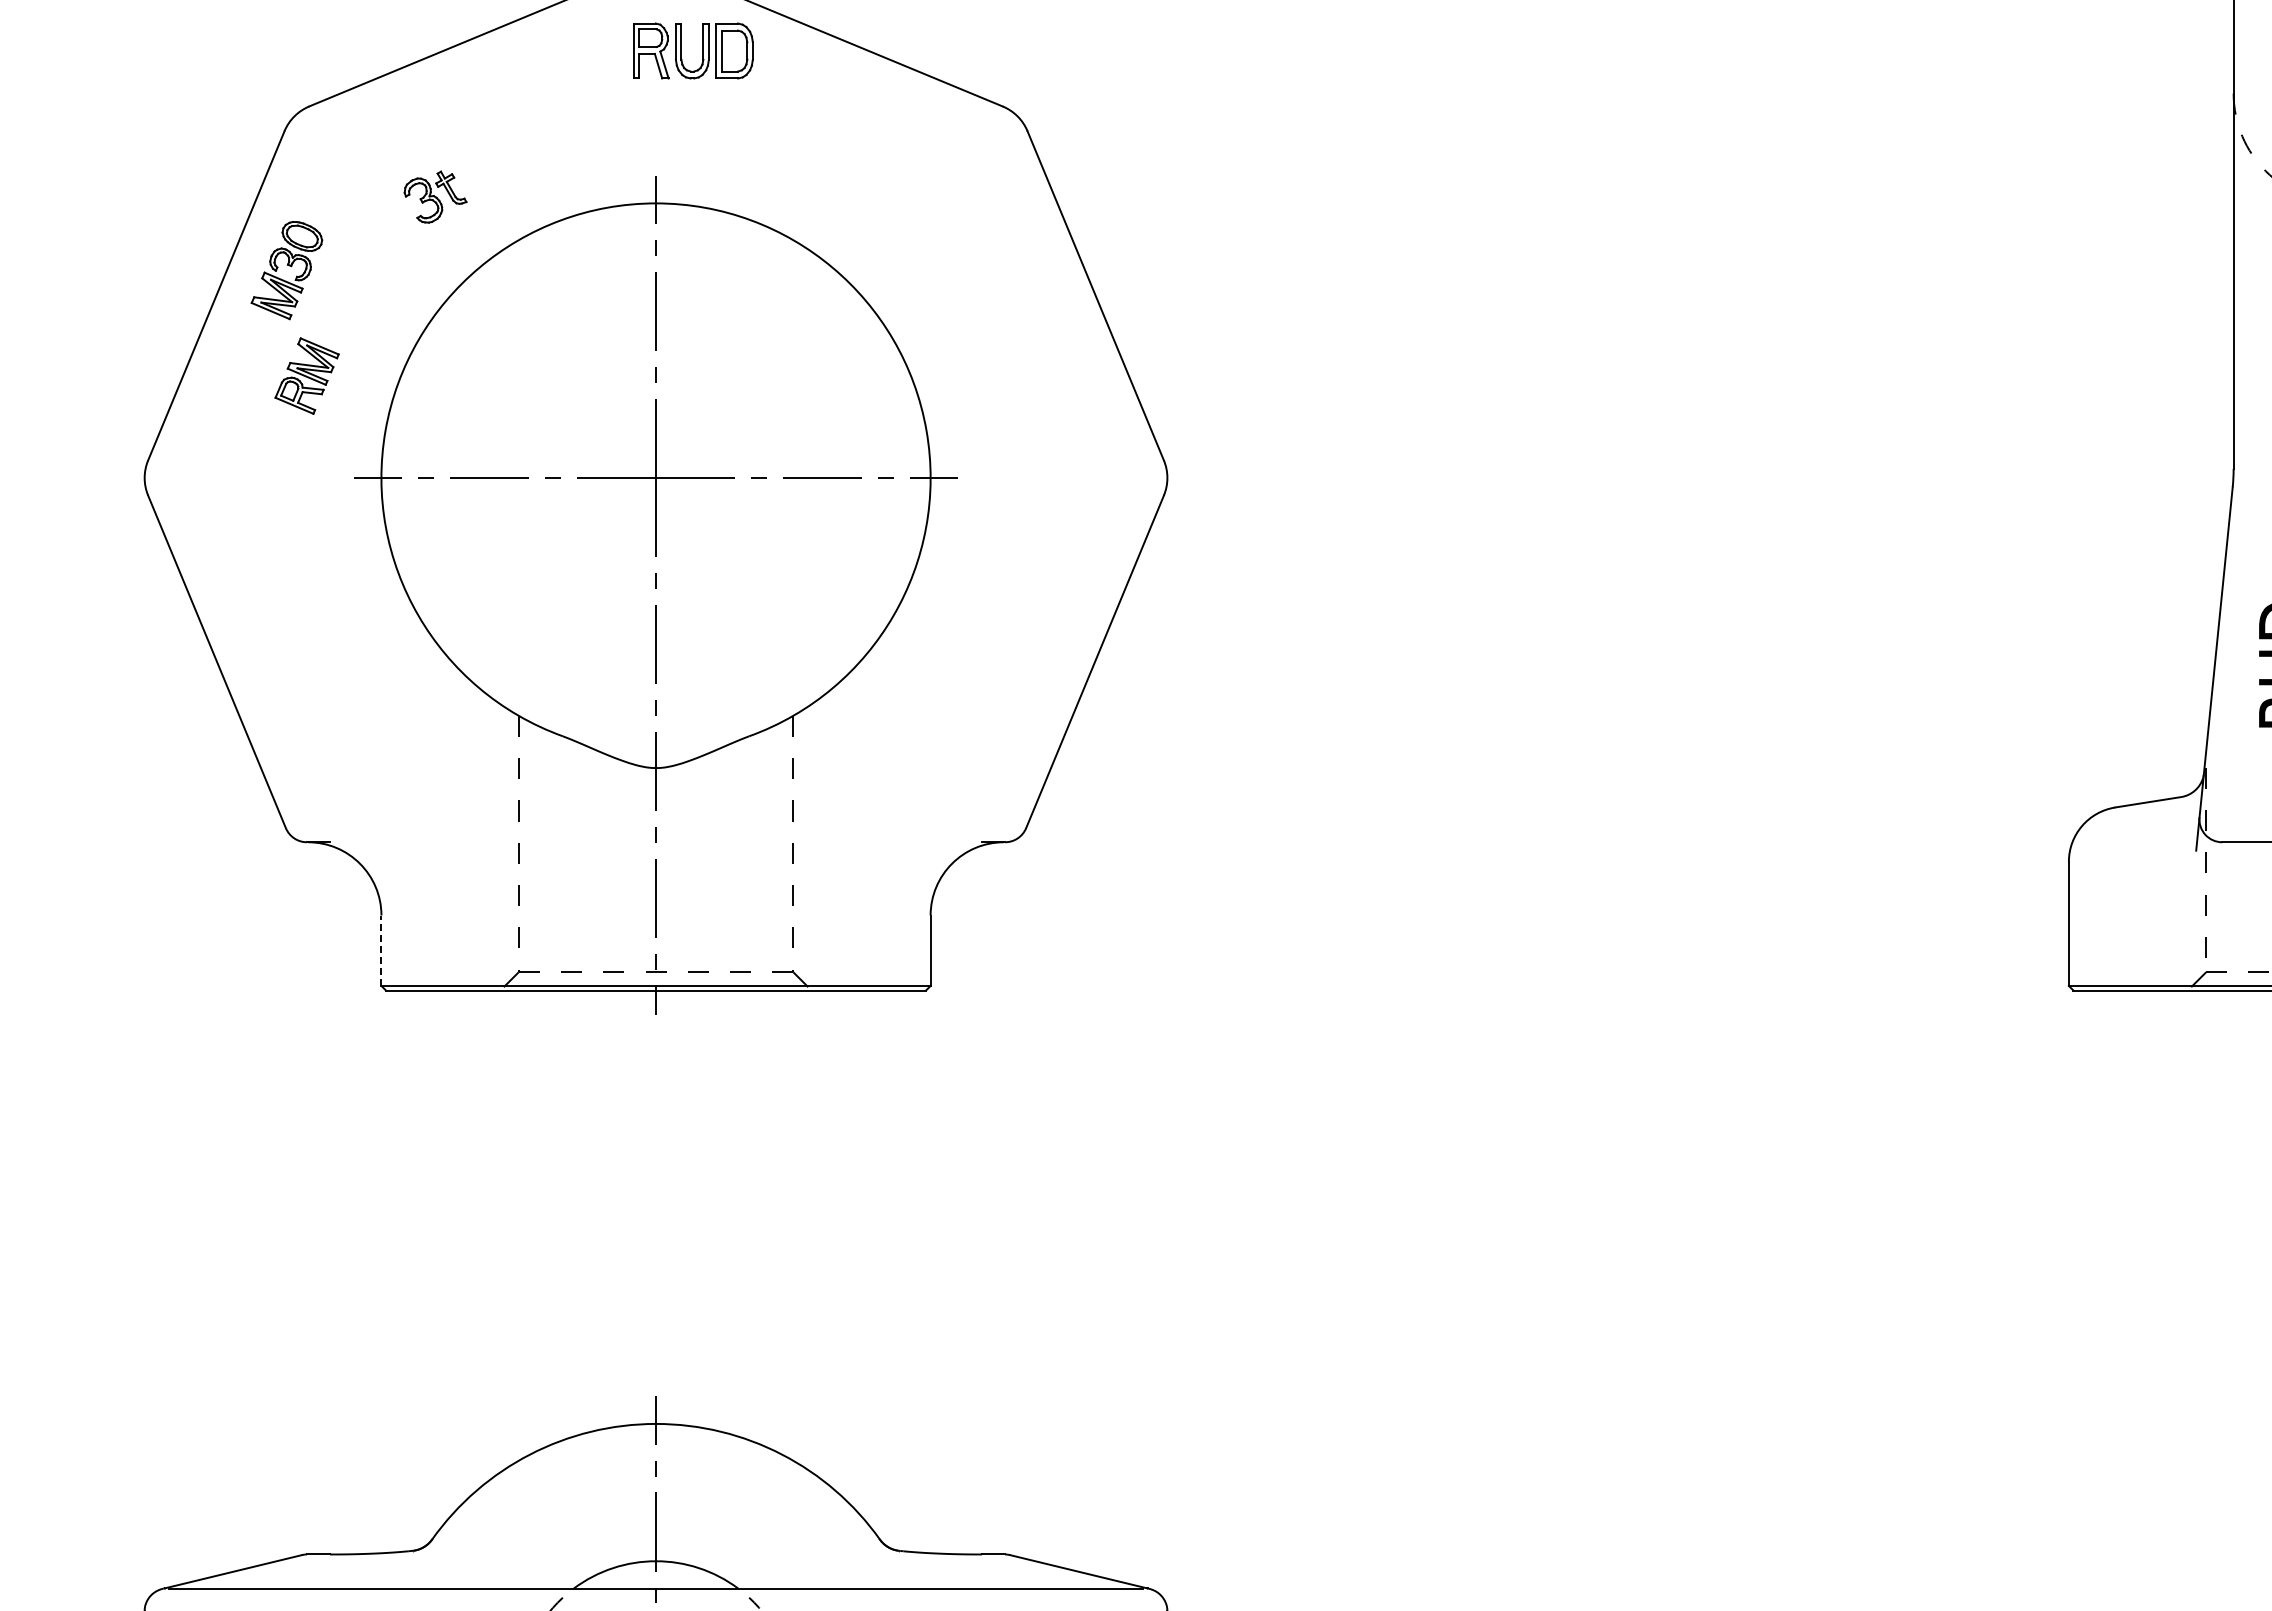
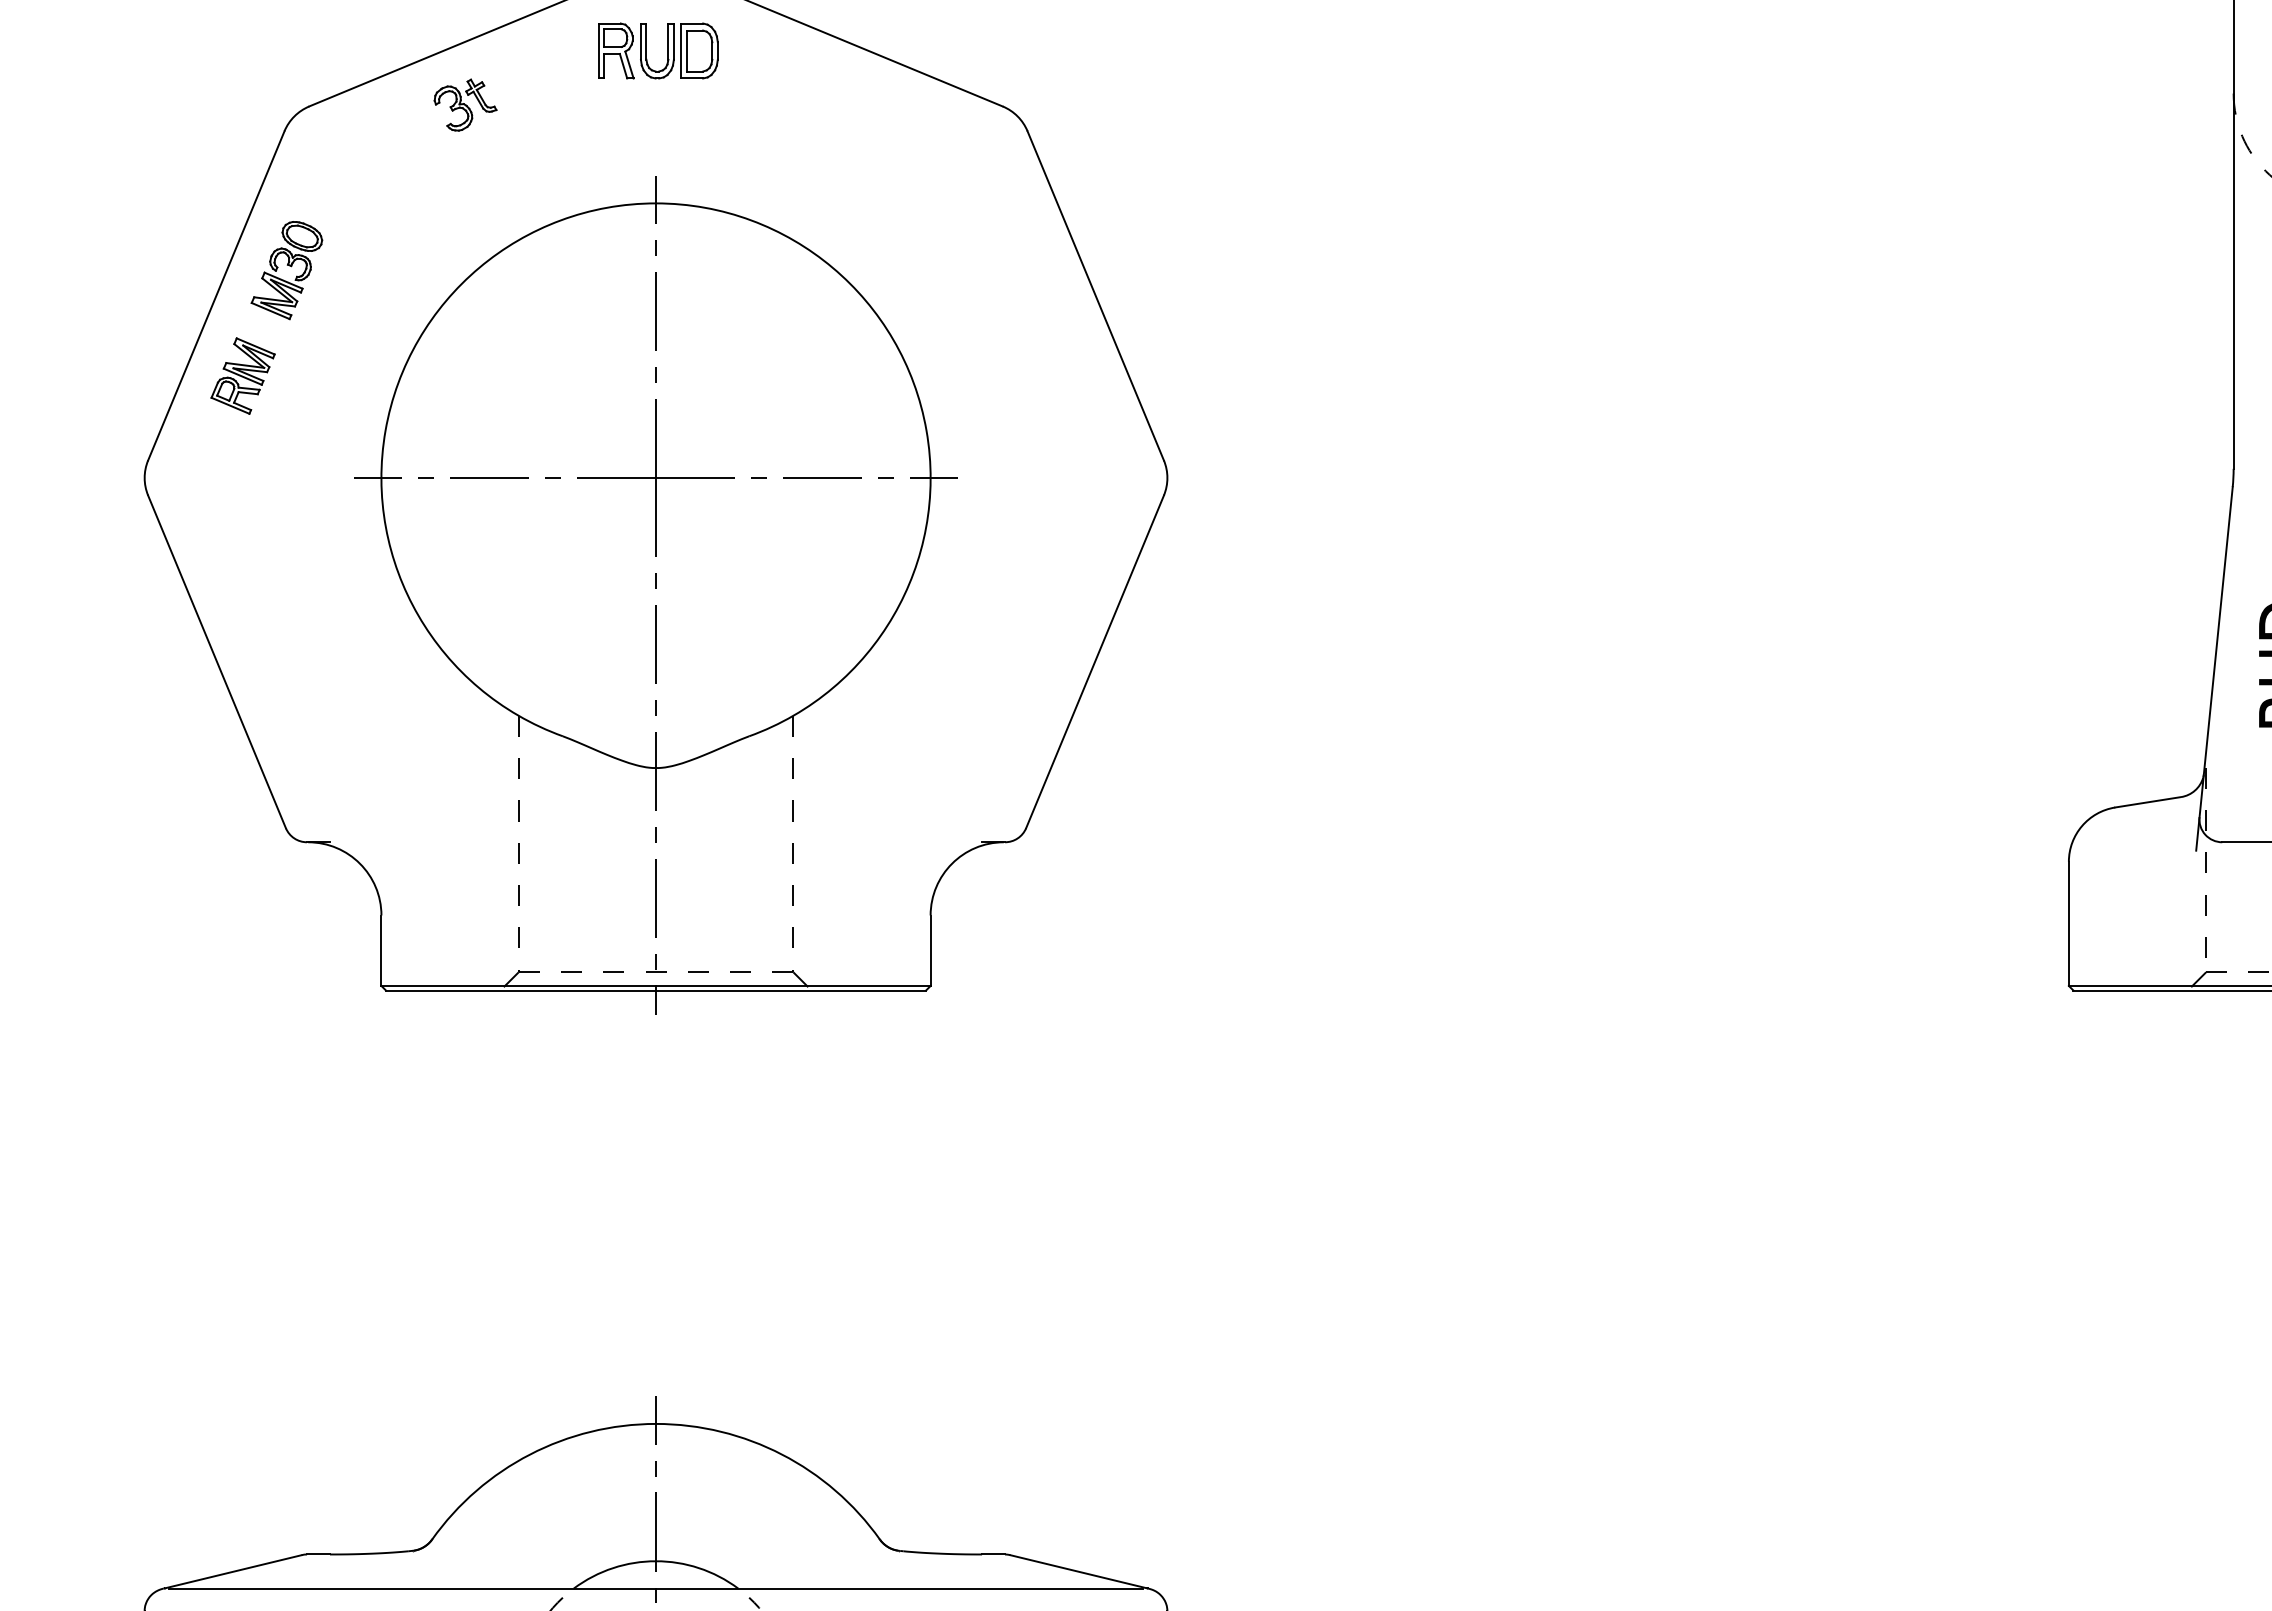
part at (702, 50) position: (702, 50) -> (667, 50)
part at (435, 196) position: (435, 196) -> (465, 104)
part at (306, 375) position: (306, 375) -> (242, 375)
line at (381, 950): dashed -> solid
